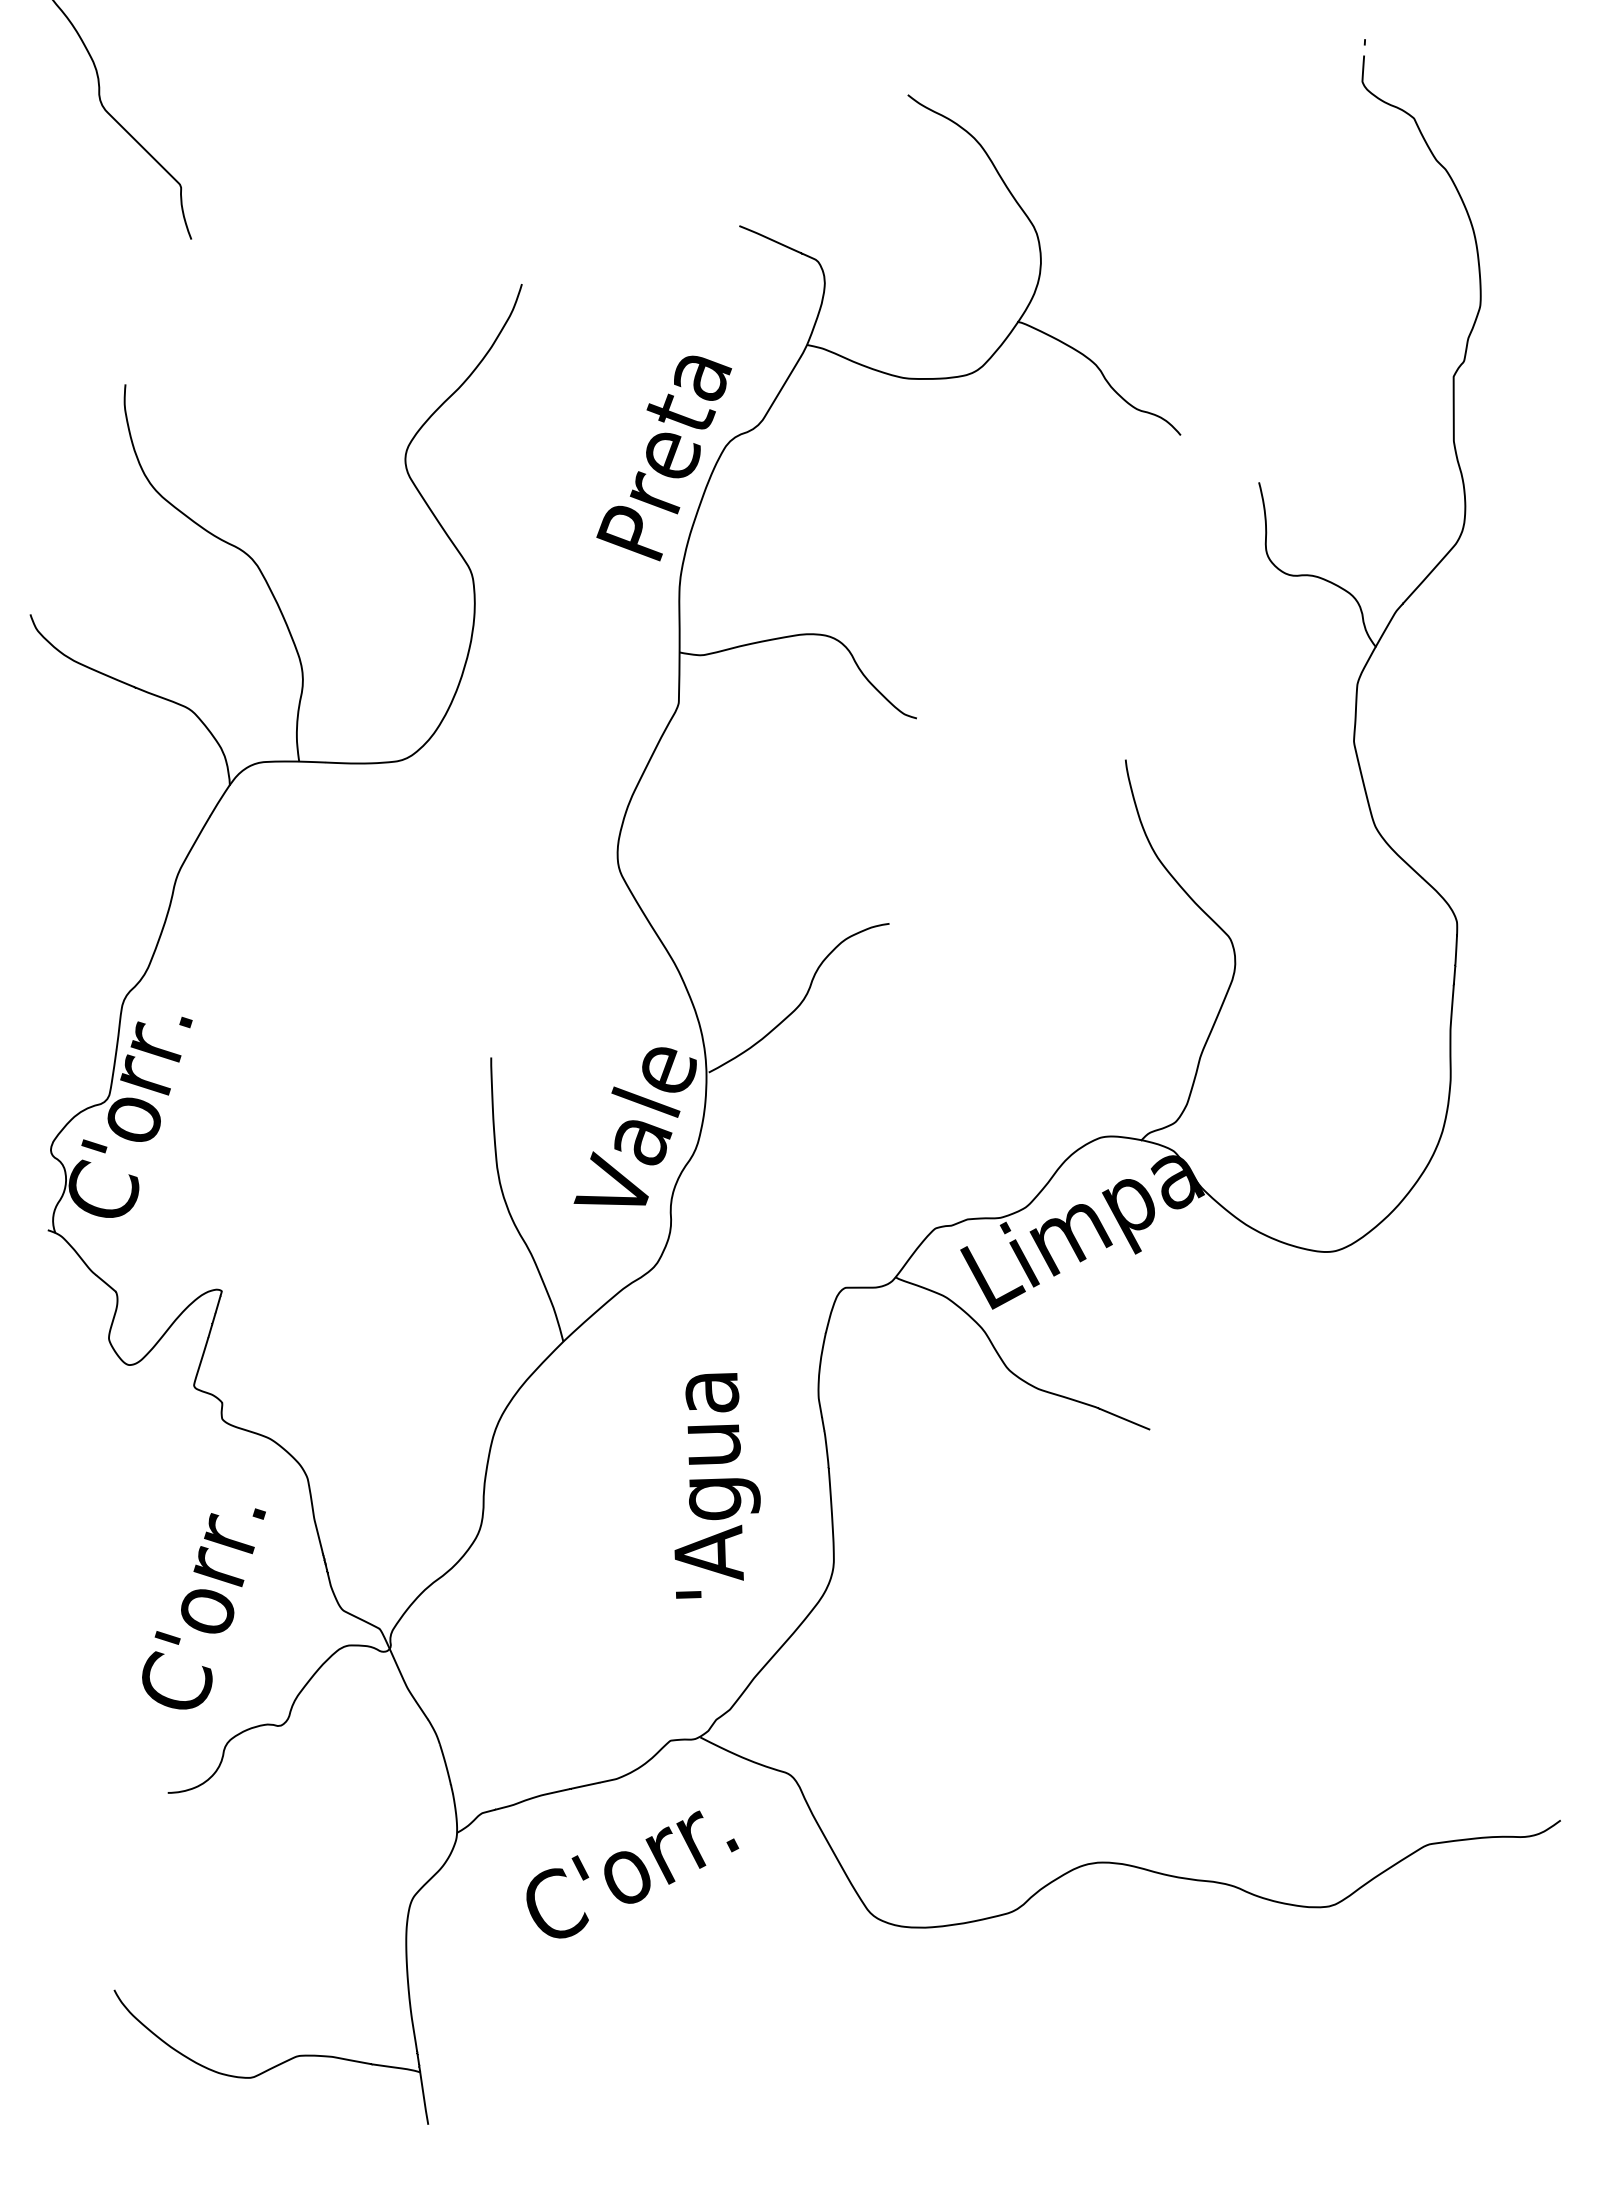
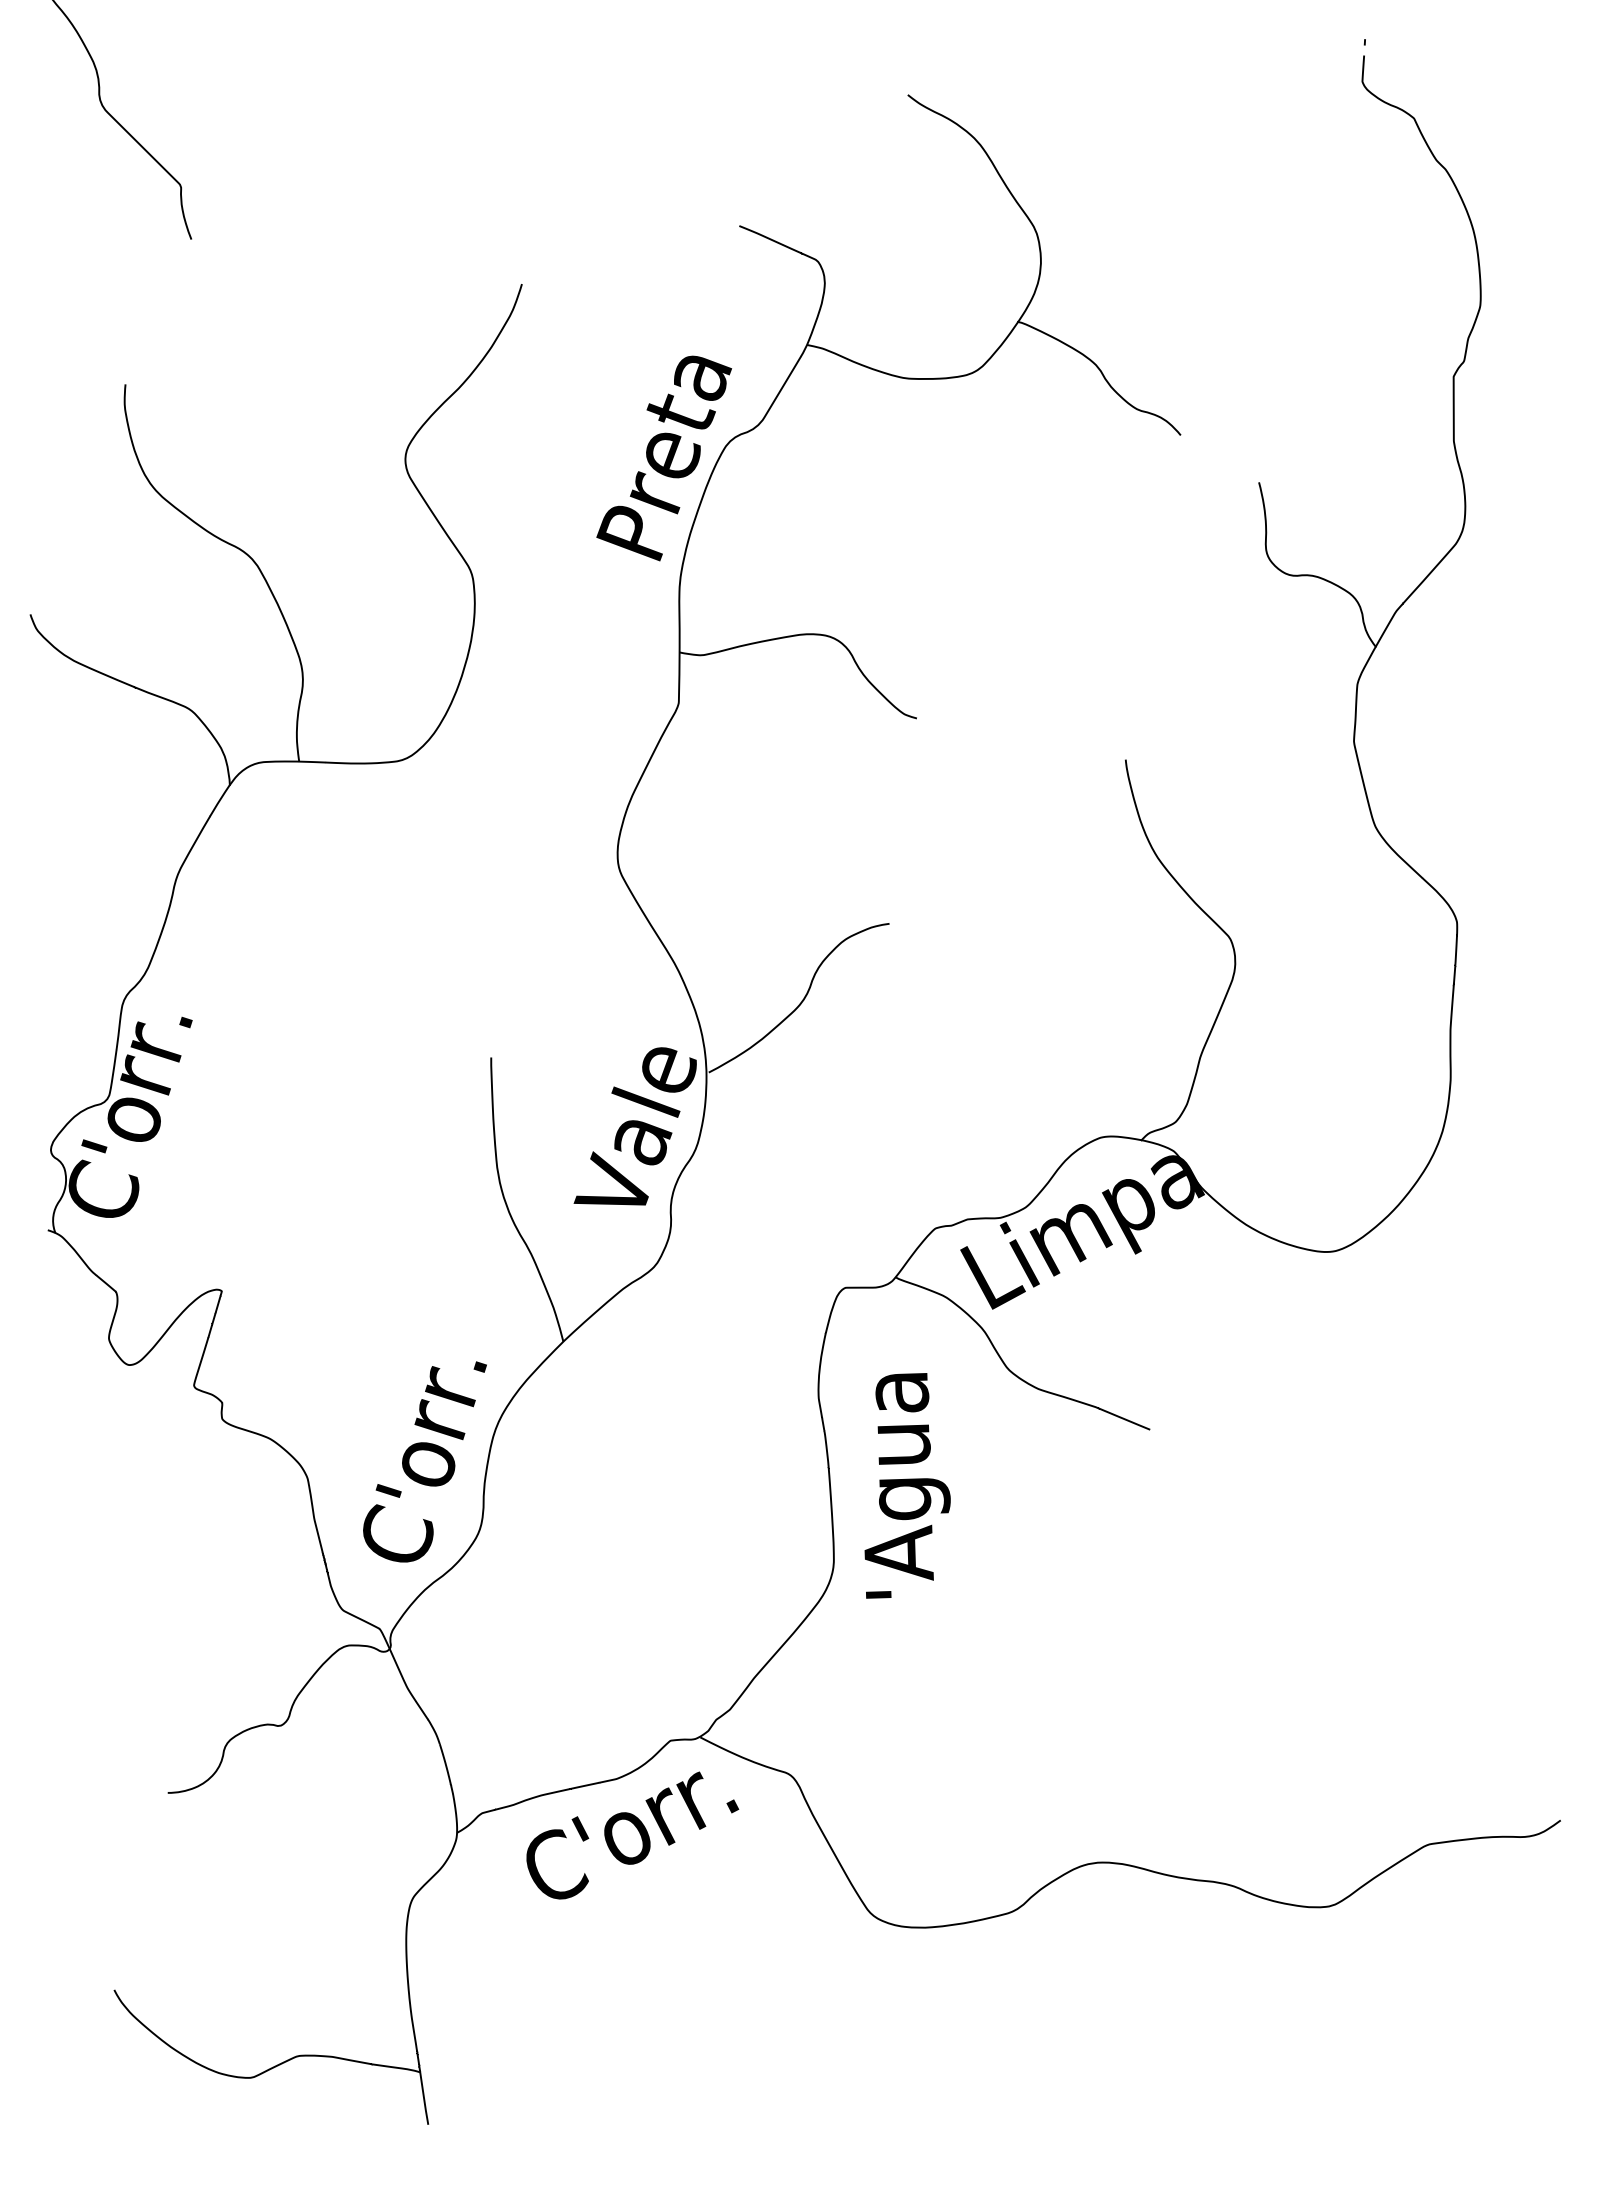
text at (717, 1485) position: (717, 1485) -> (907, 1485)
text at (203, 1608) position: (203, 1608) -> (424, 1461)
text at (632, 1874) position: (632, 1874) -> (632, 1835)
